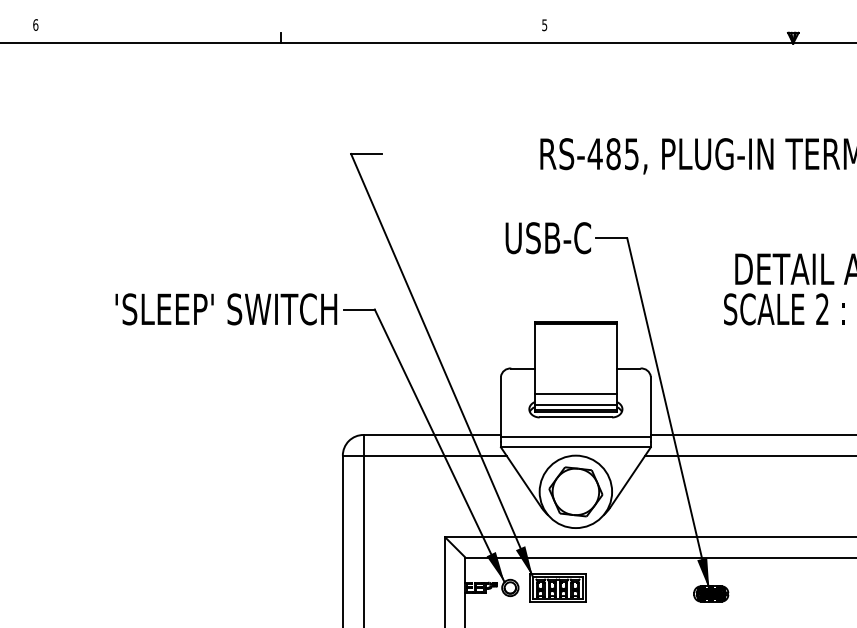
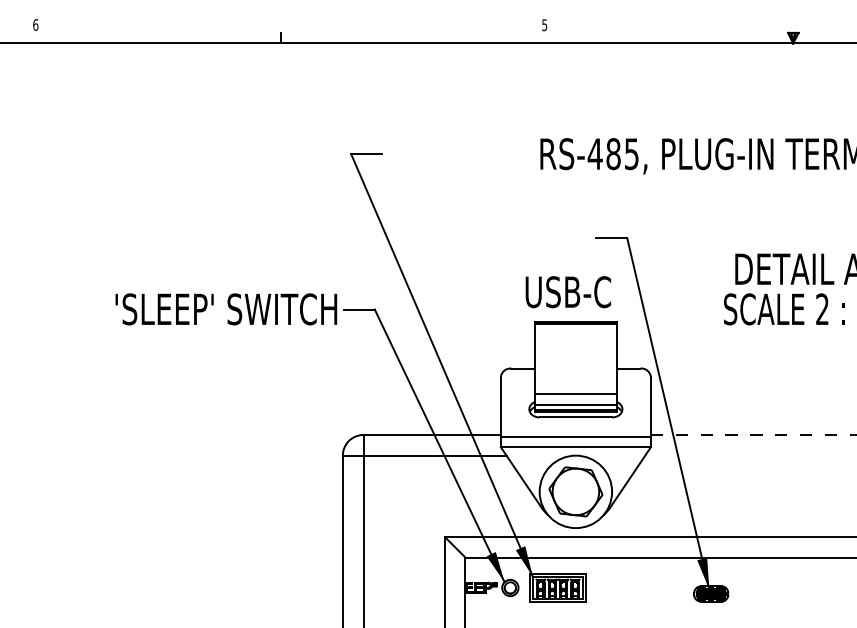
text at (547, 238) position: (547, 238) -> (567, 292)
line at (753, 434): solid -> dashed
line at (749, 455): present -> none
